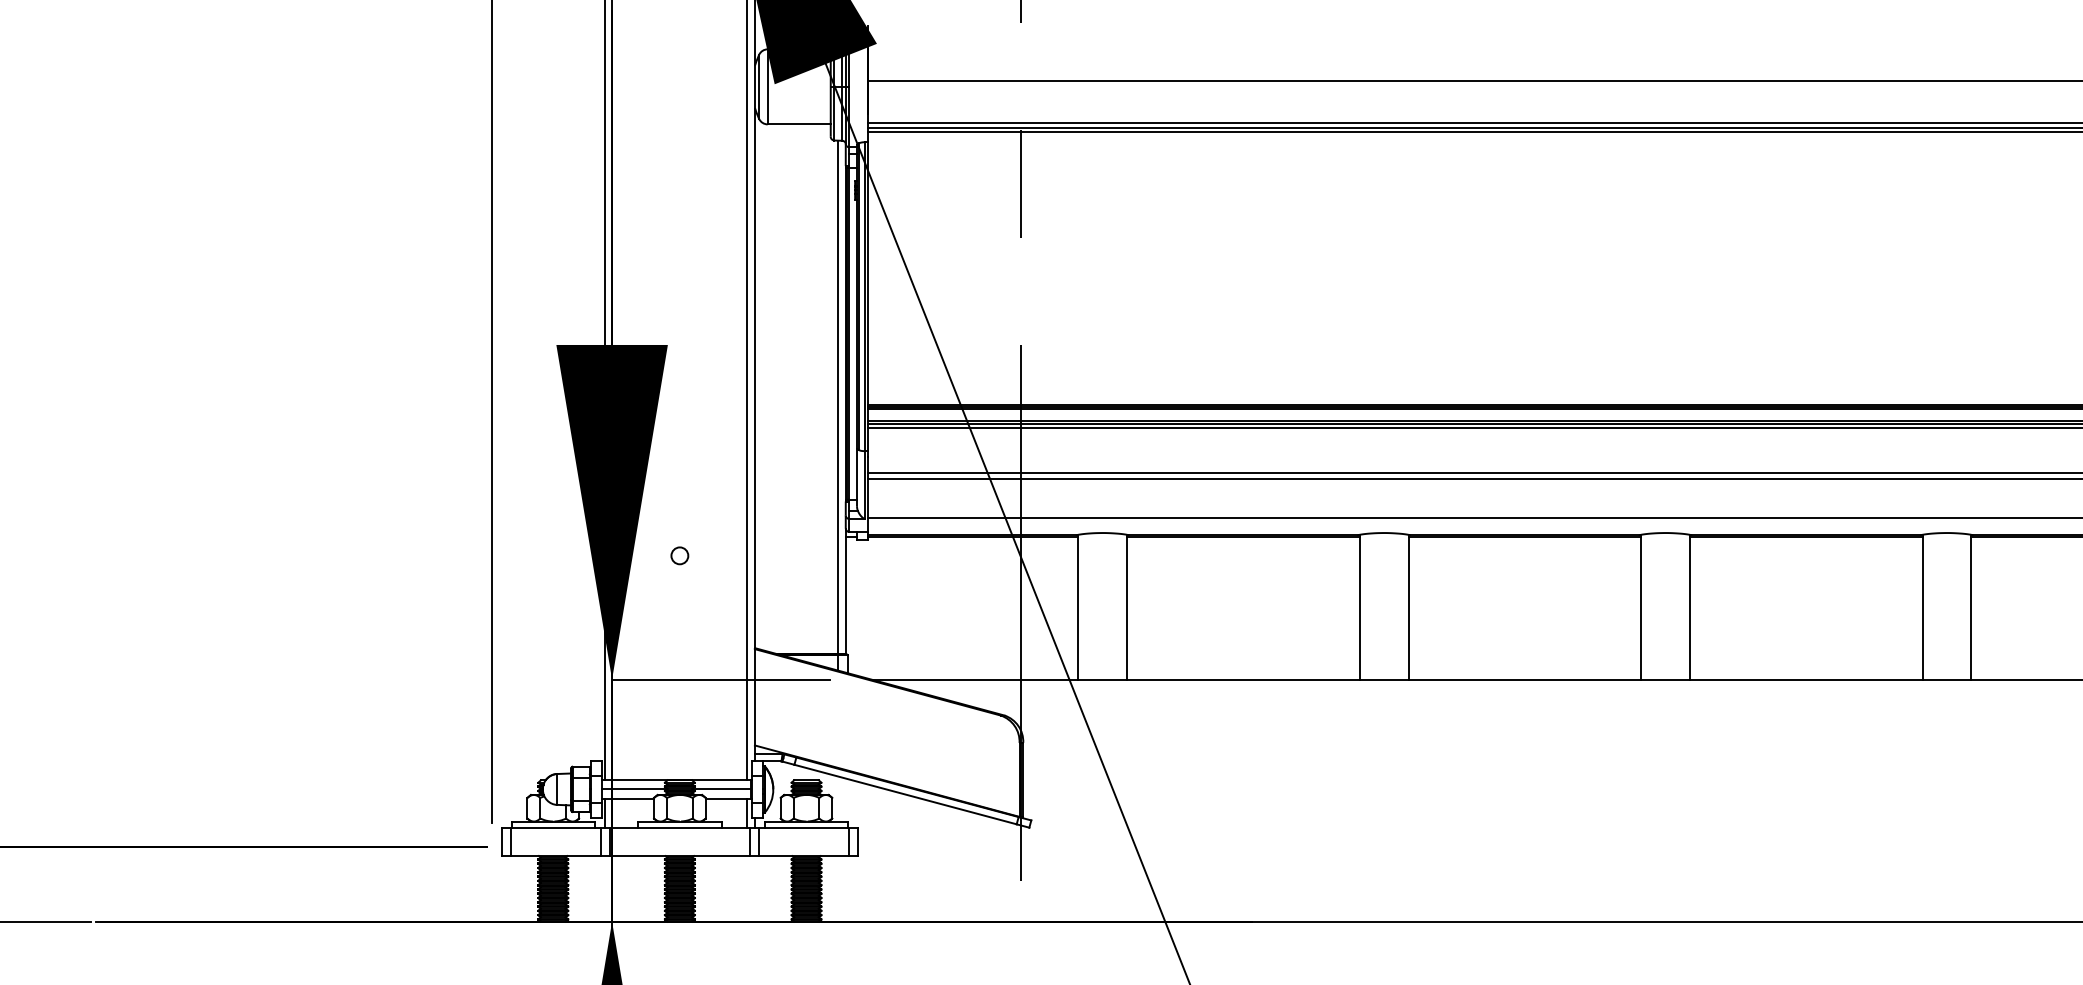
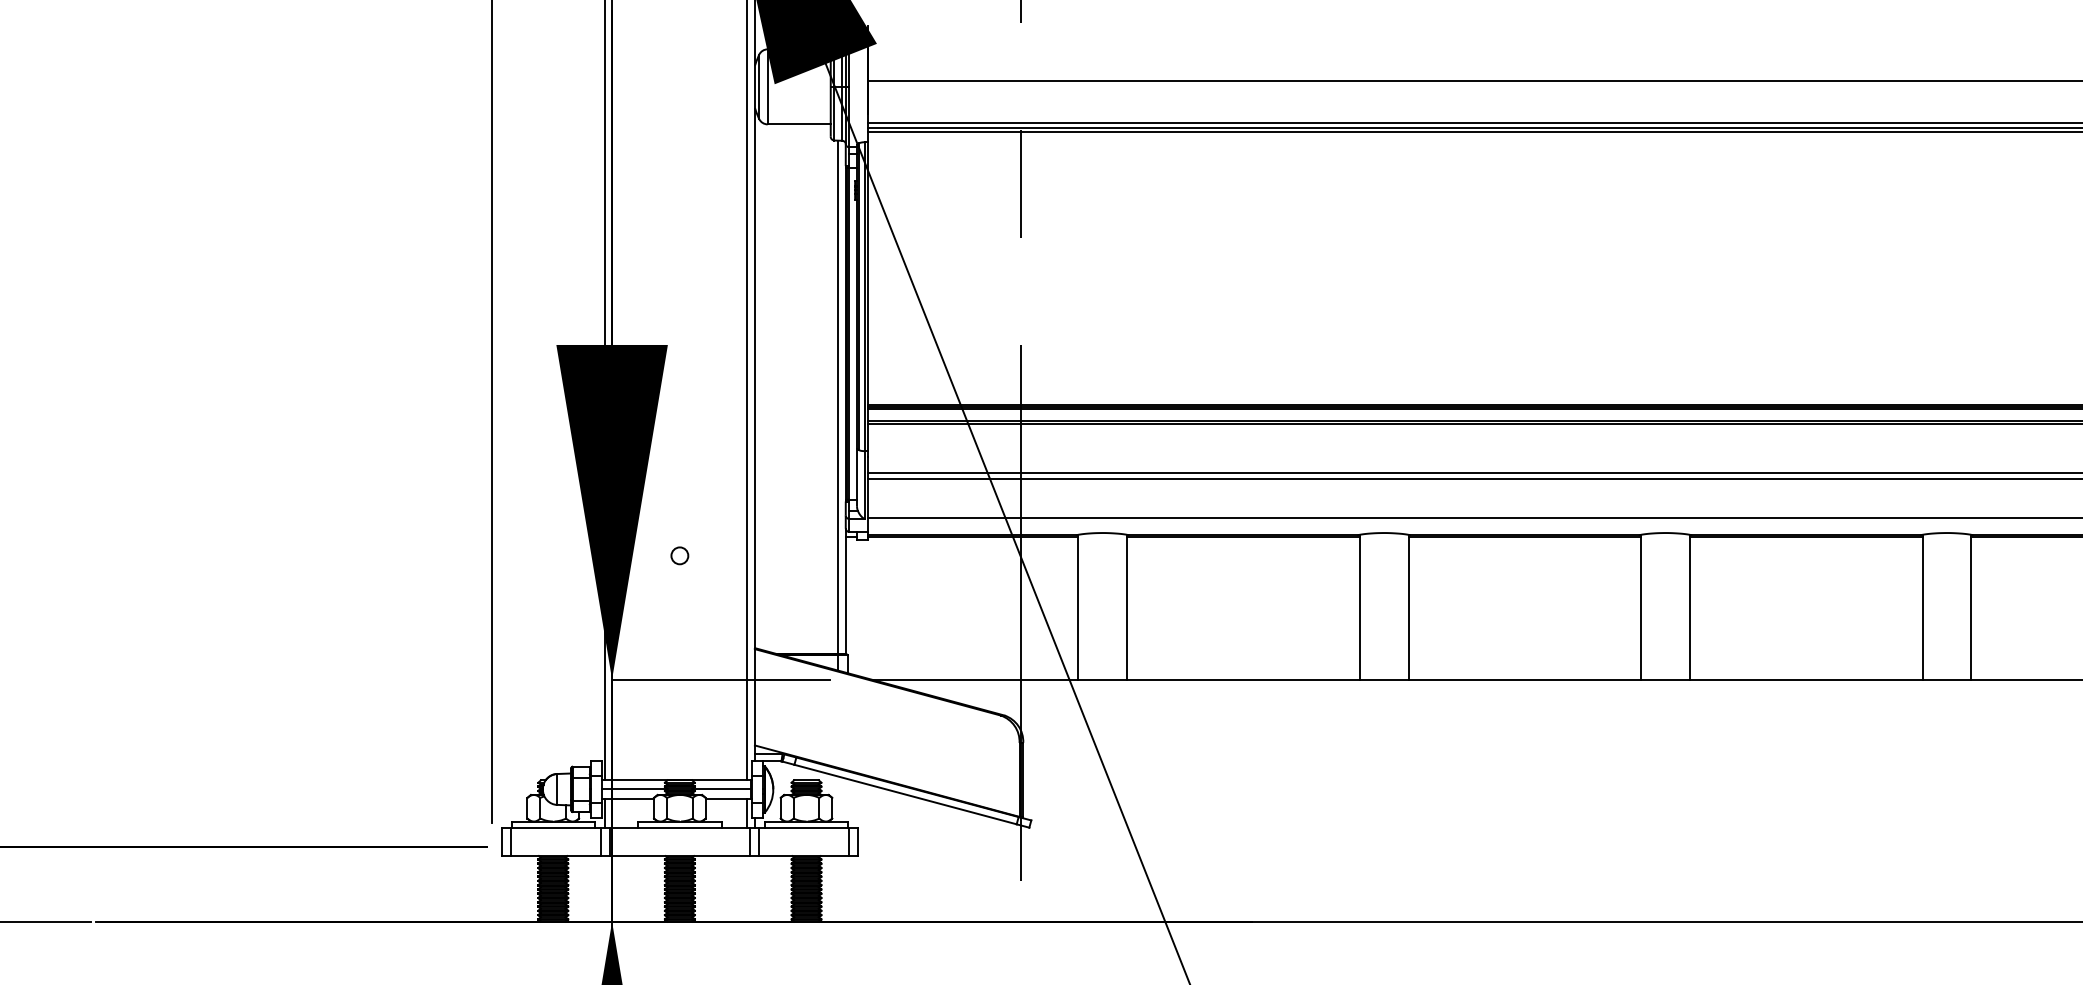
line at (1473, 427): present -> none
